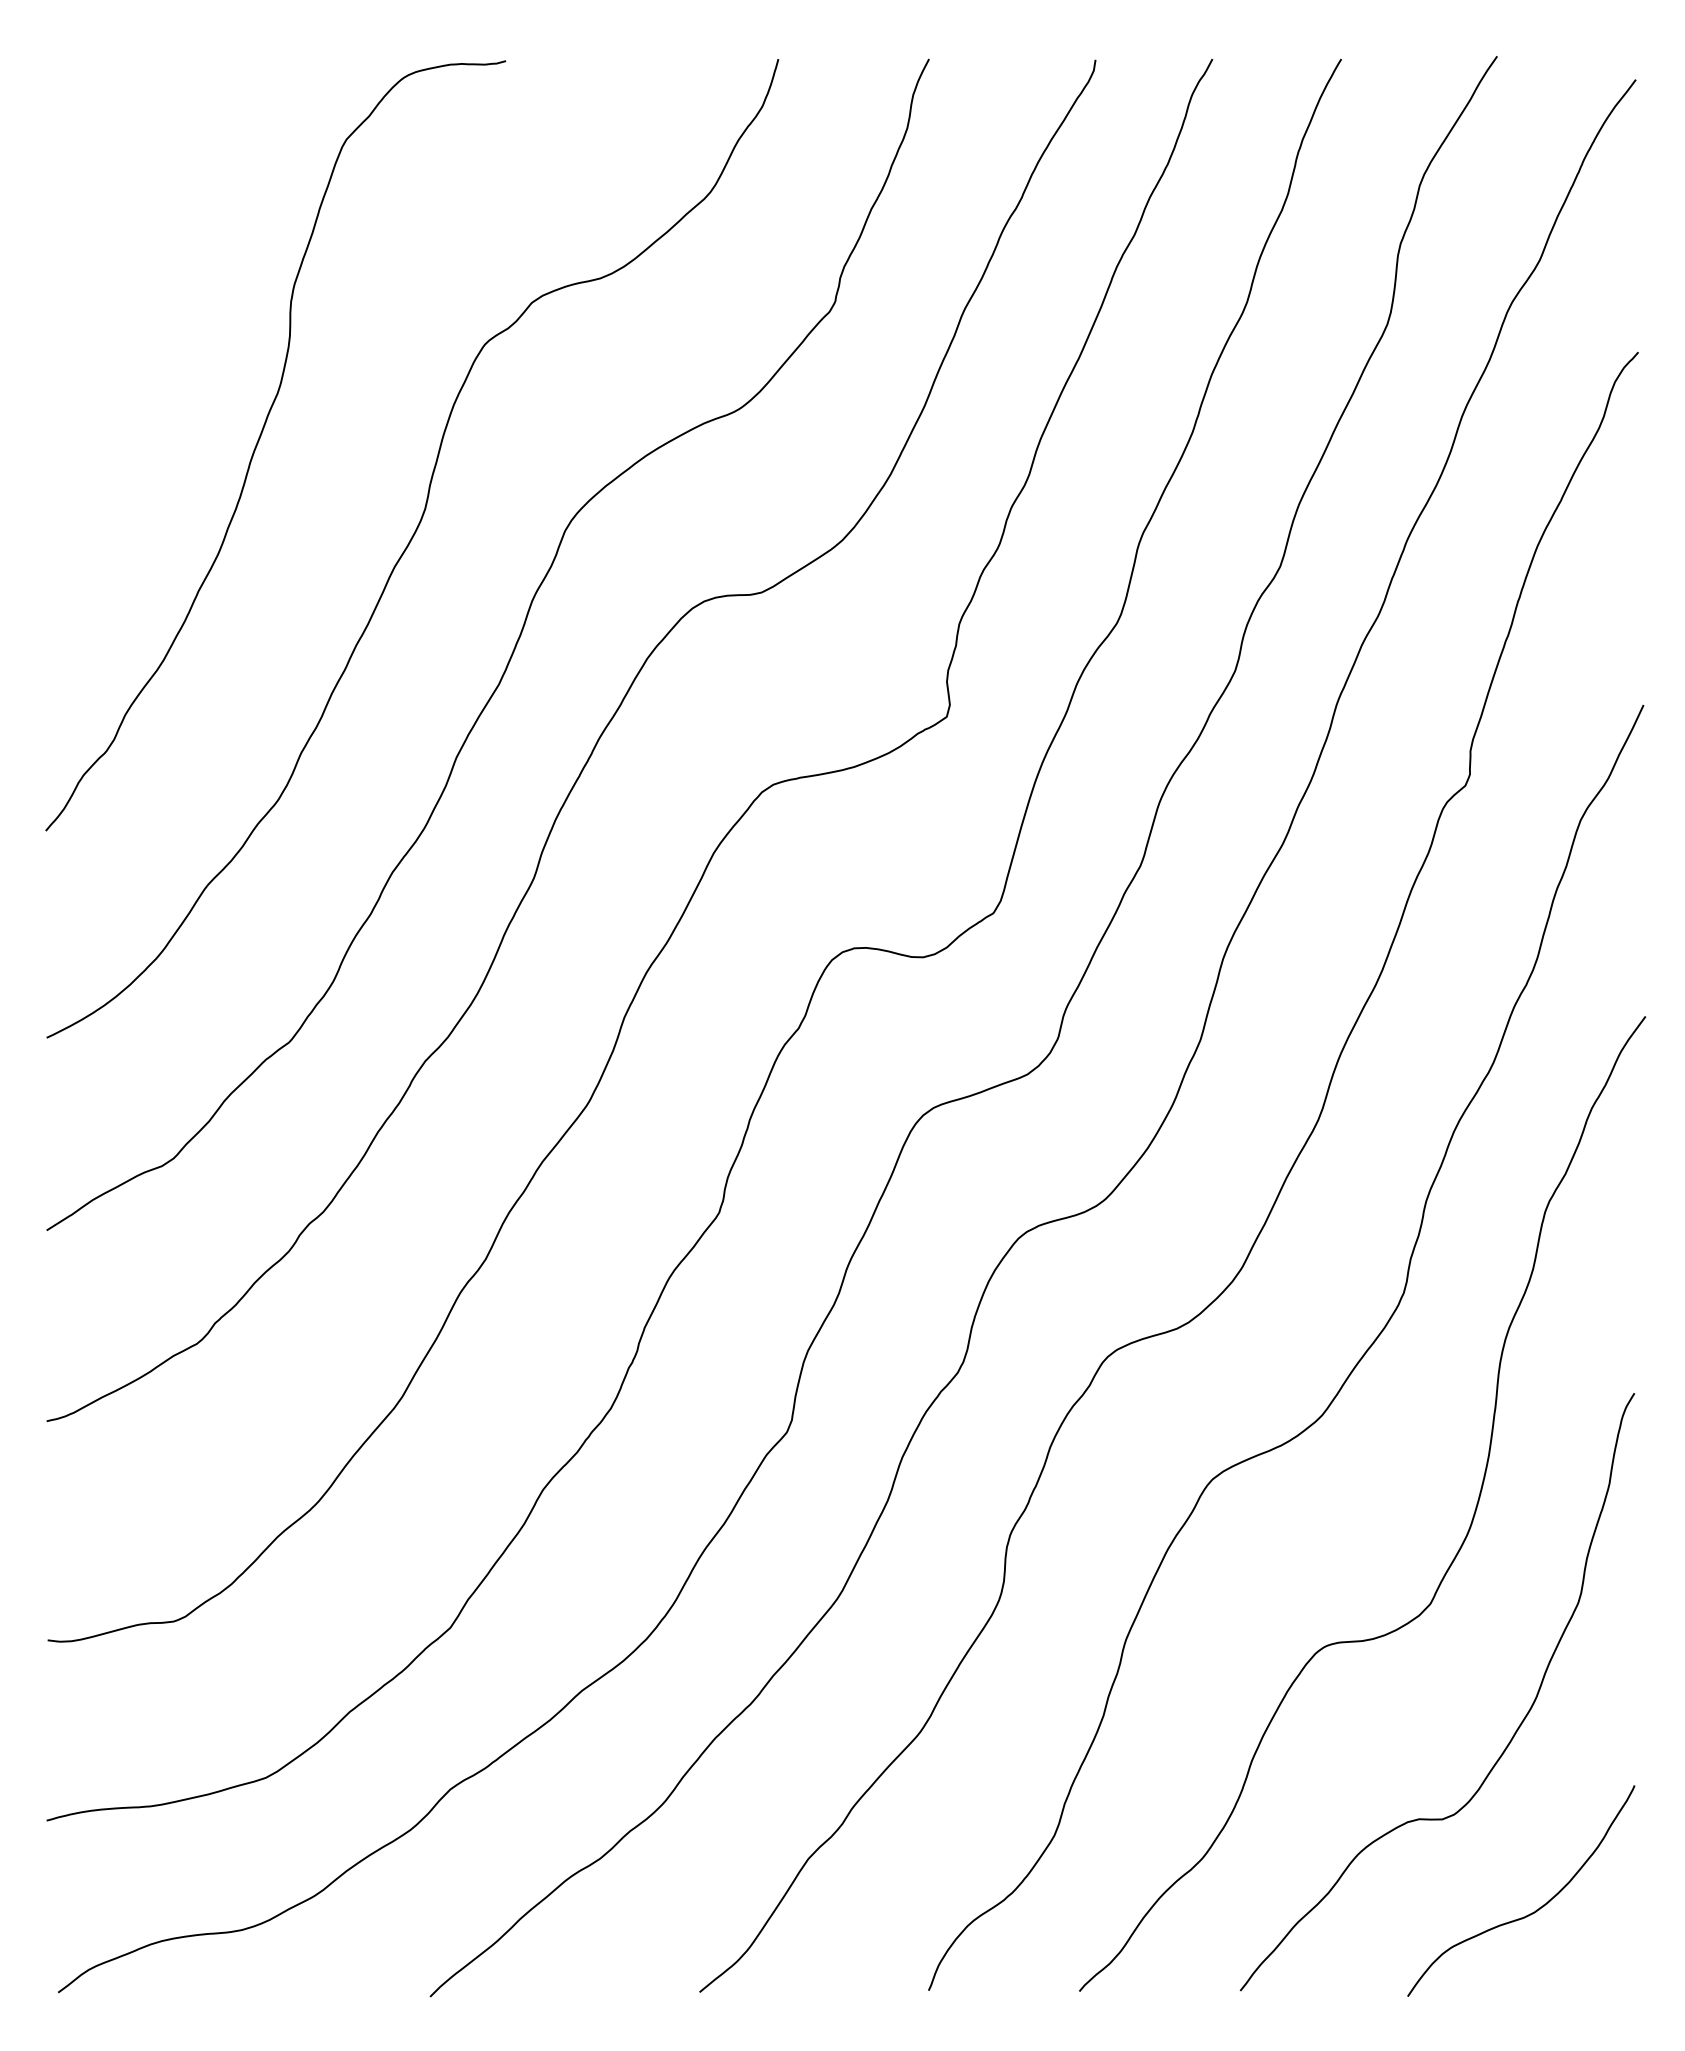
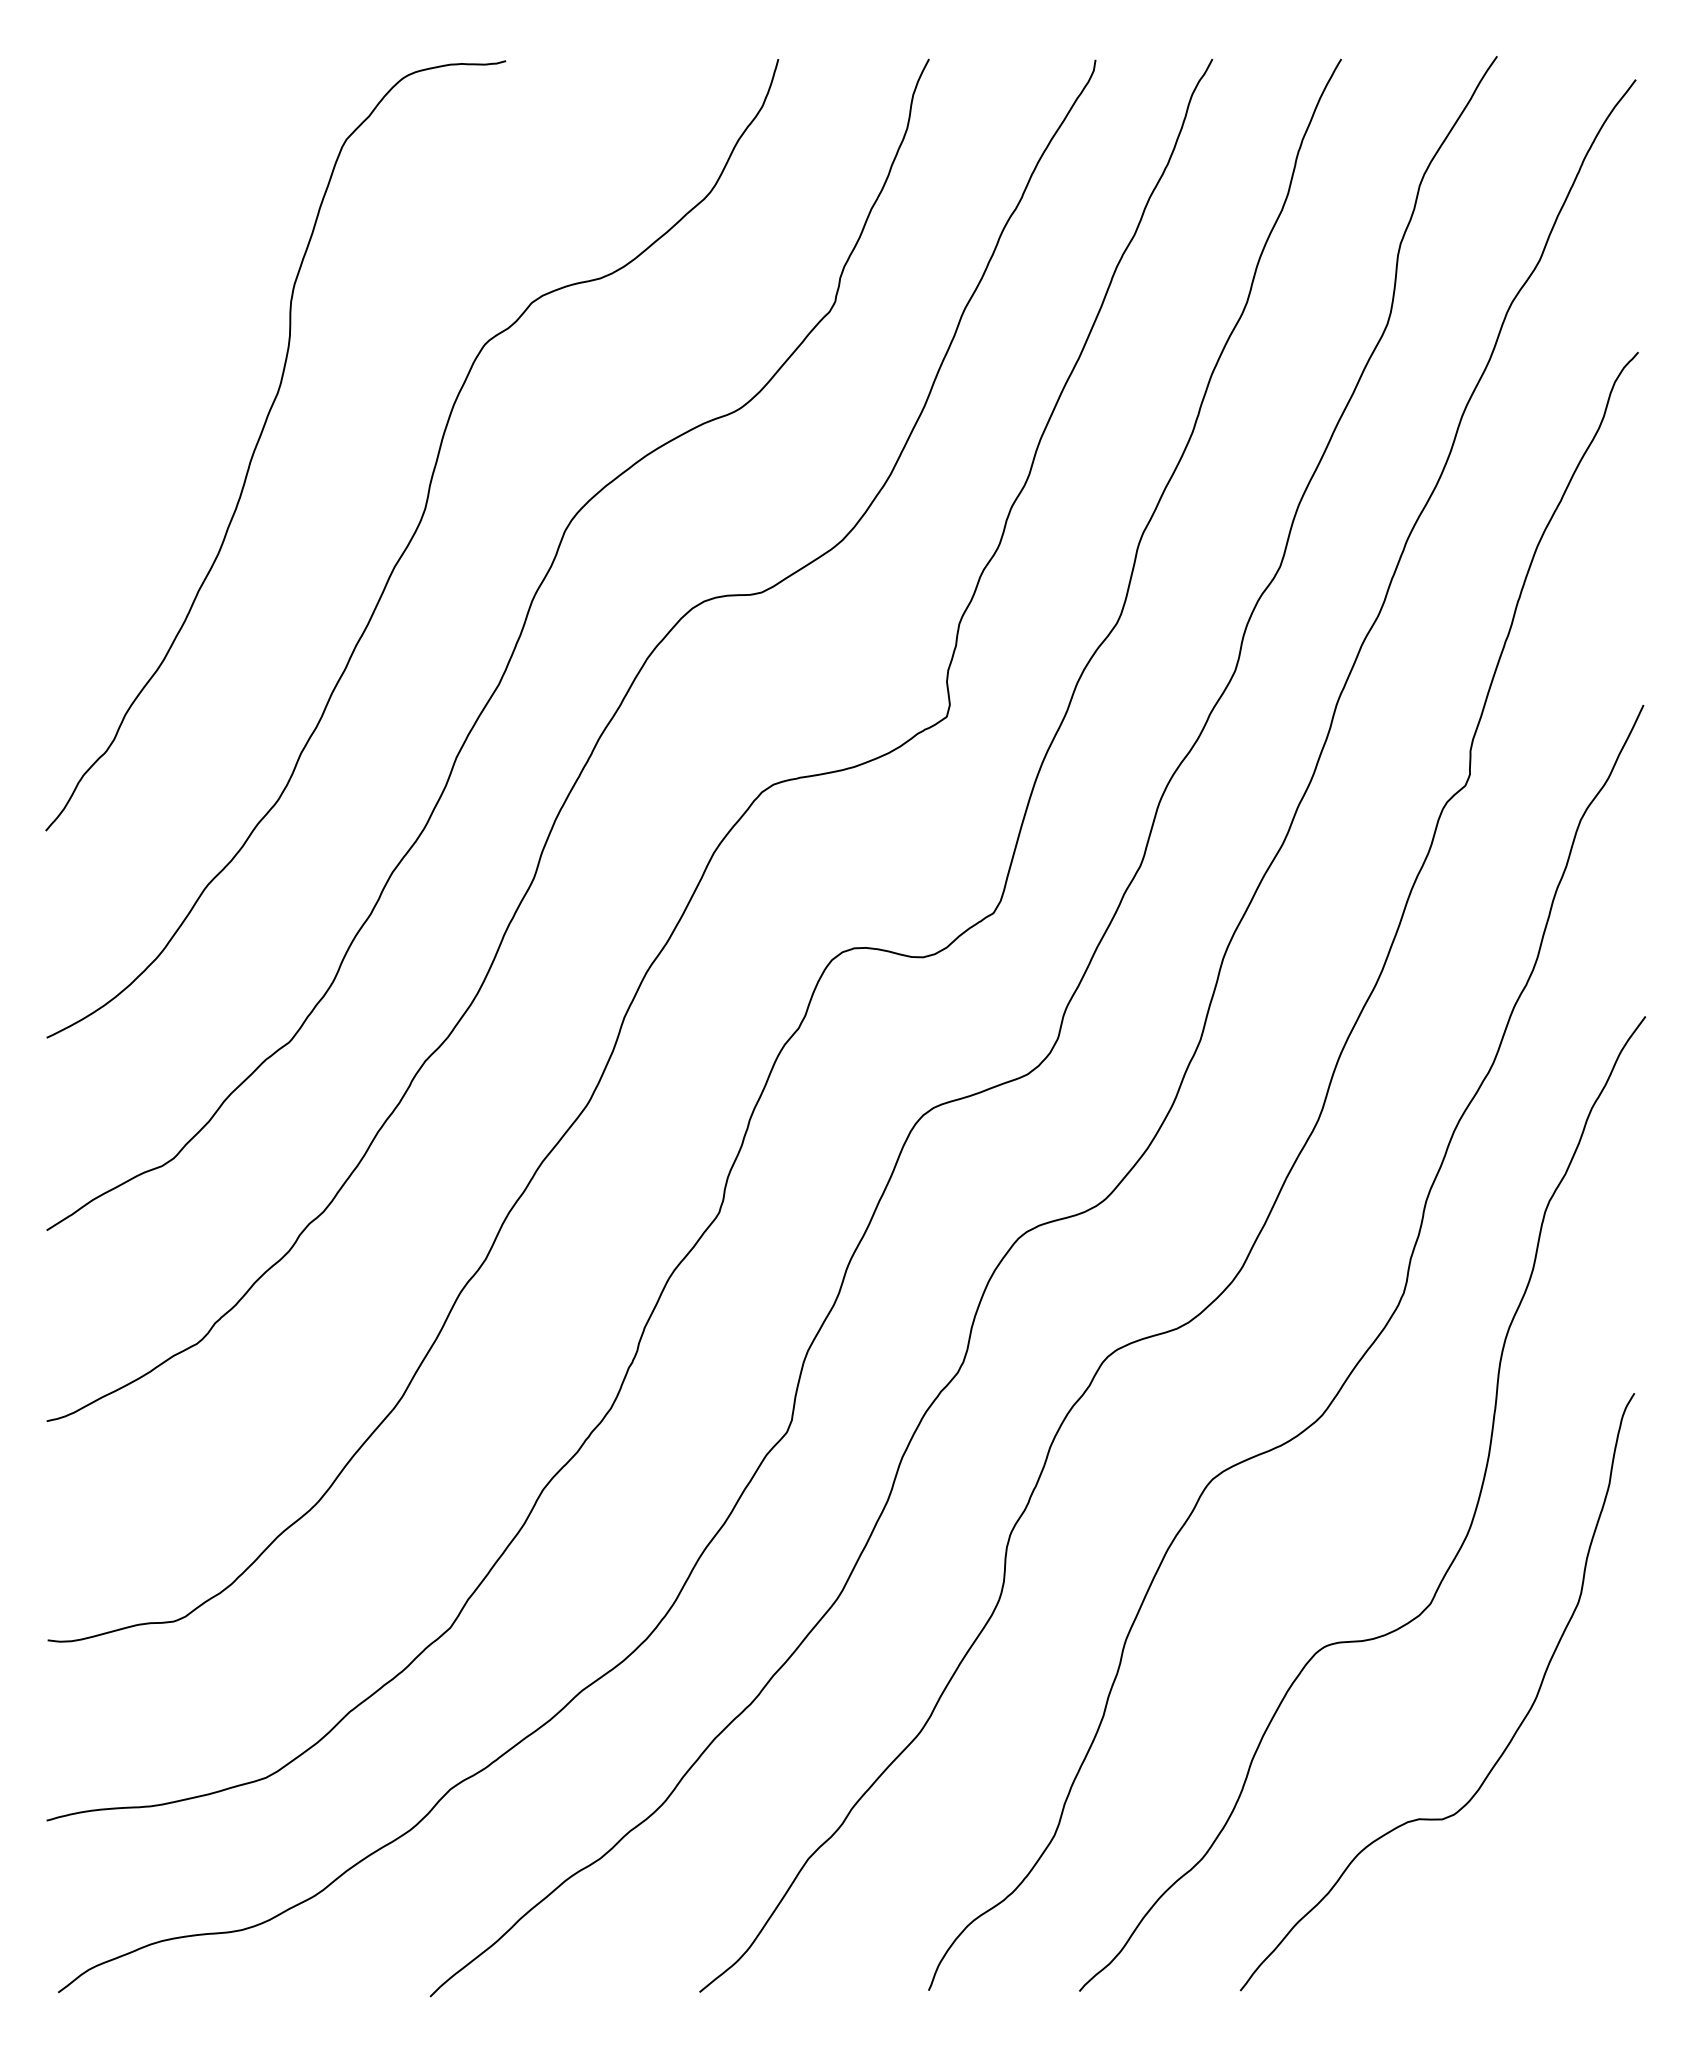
curve at (1536, 1909): present -> none
